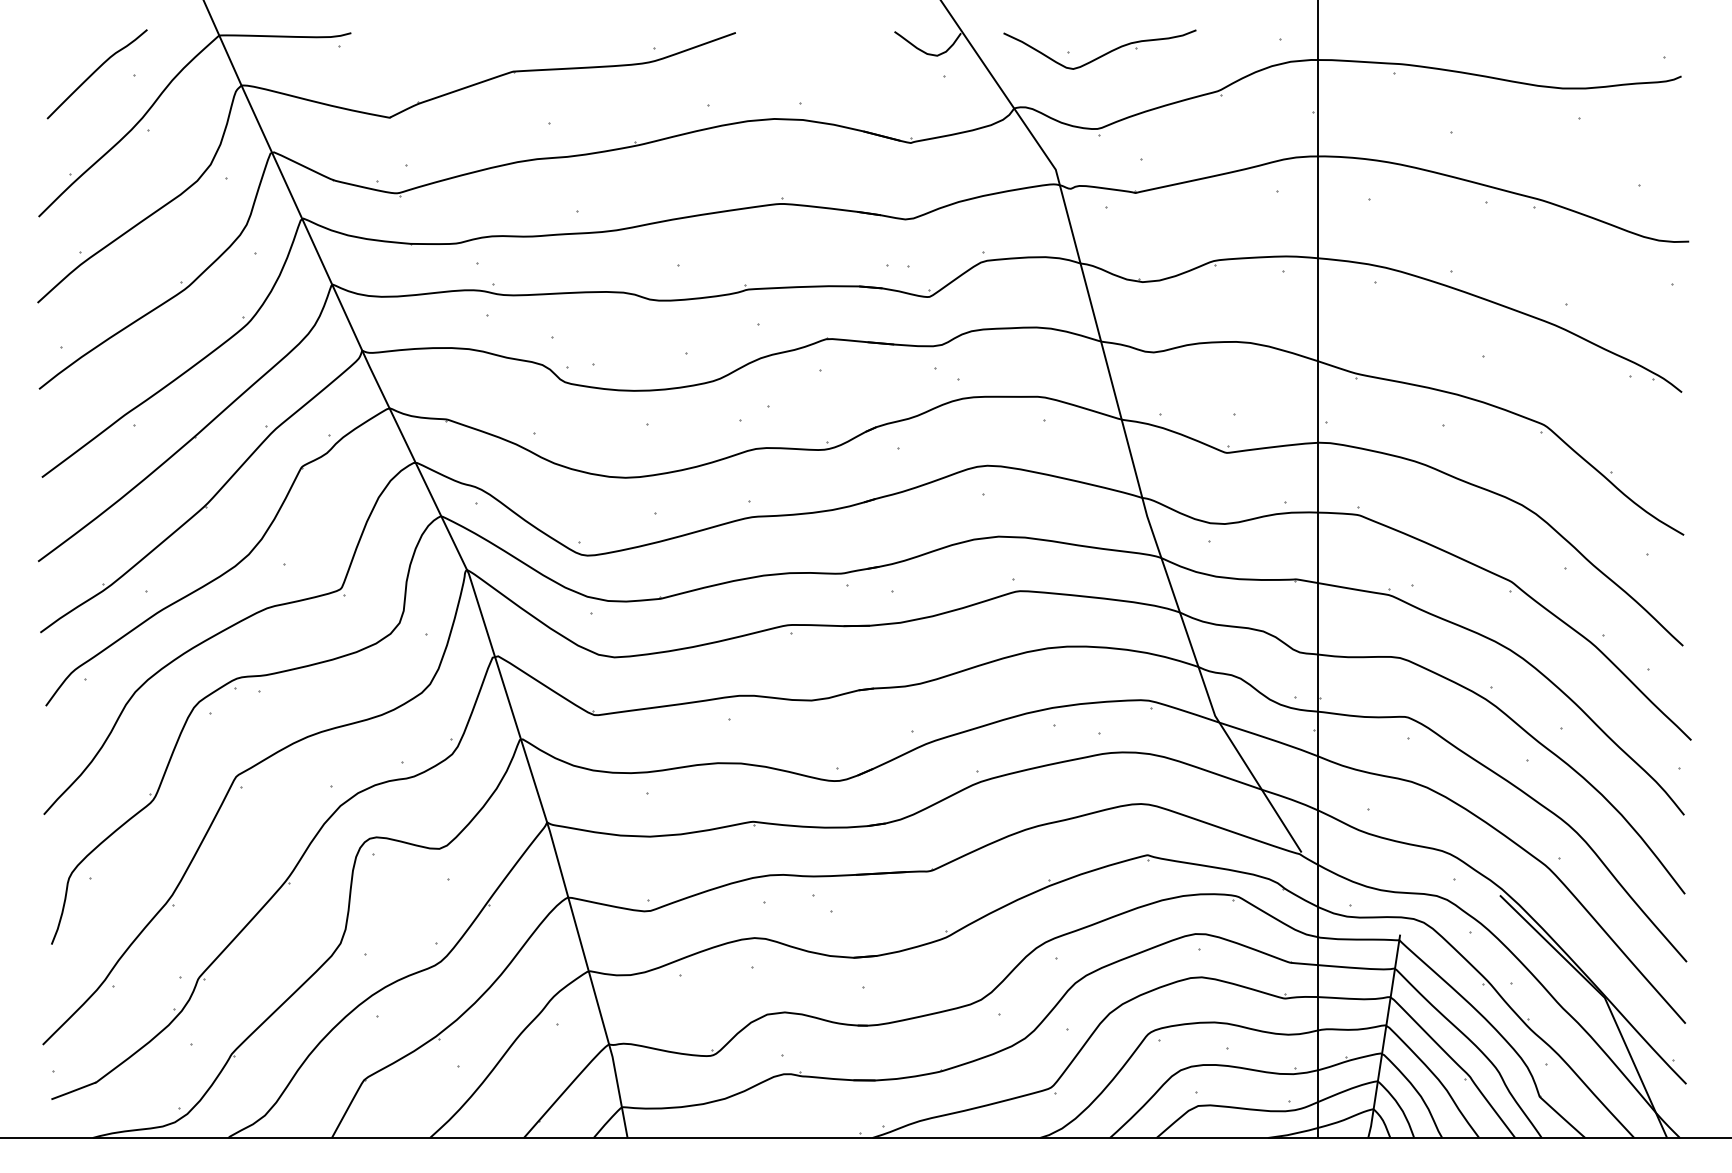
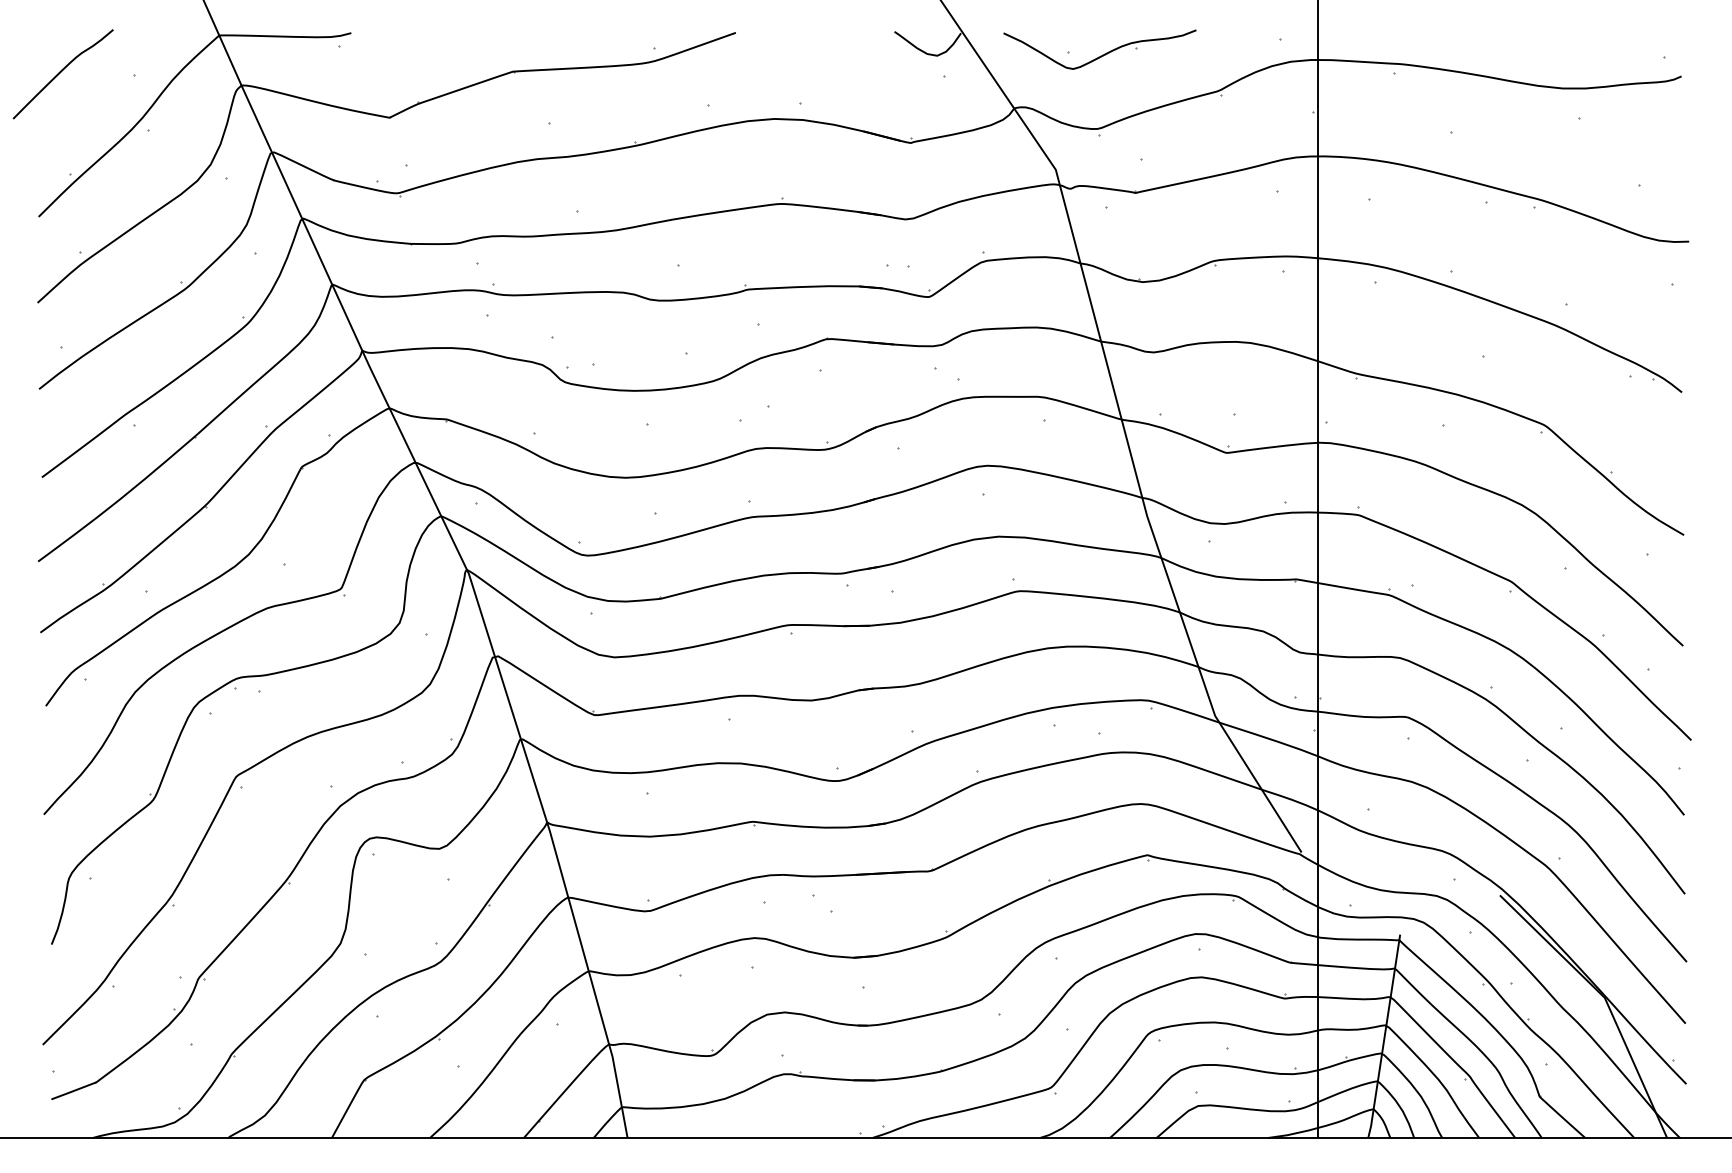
curve at (95, 72) position: (95, 72) -> (61, 72)
